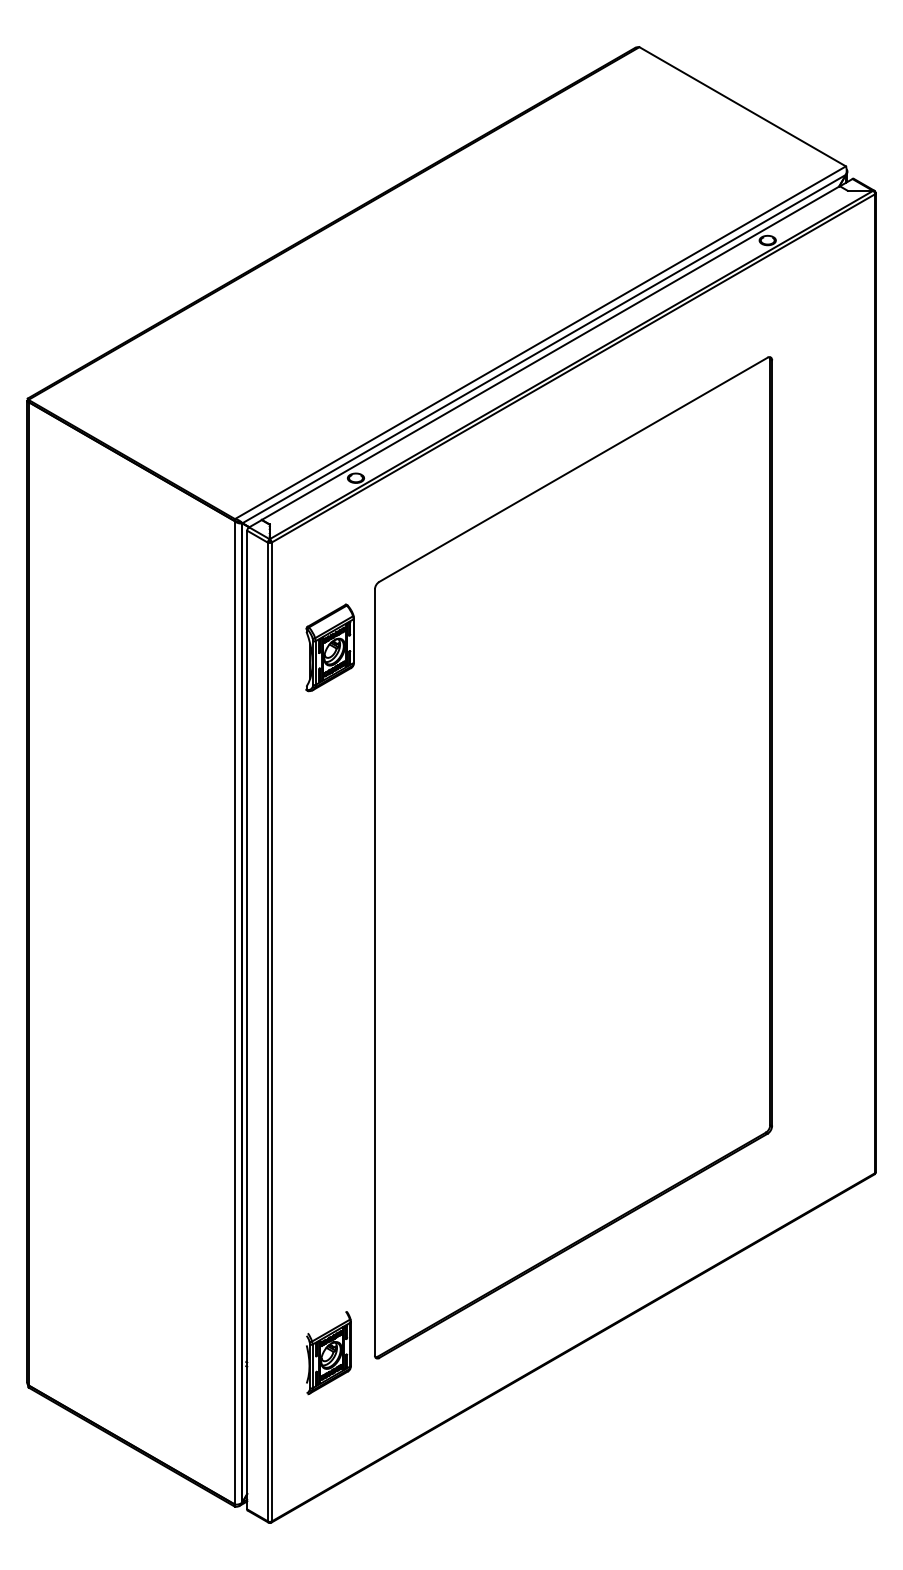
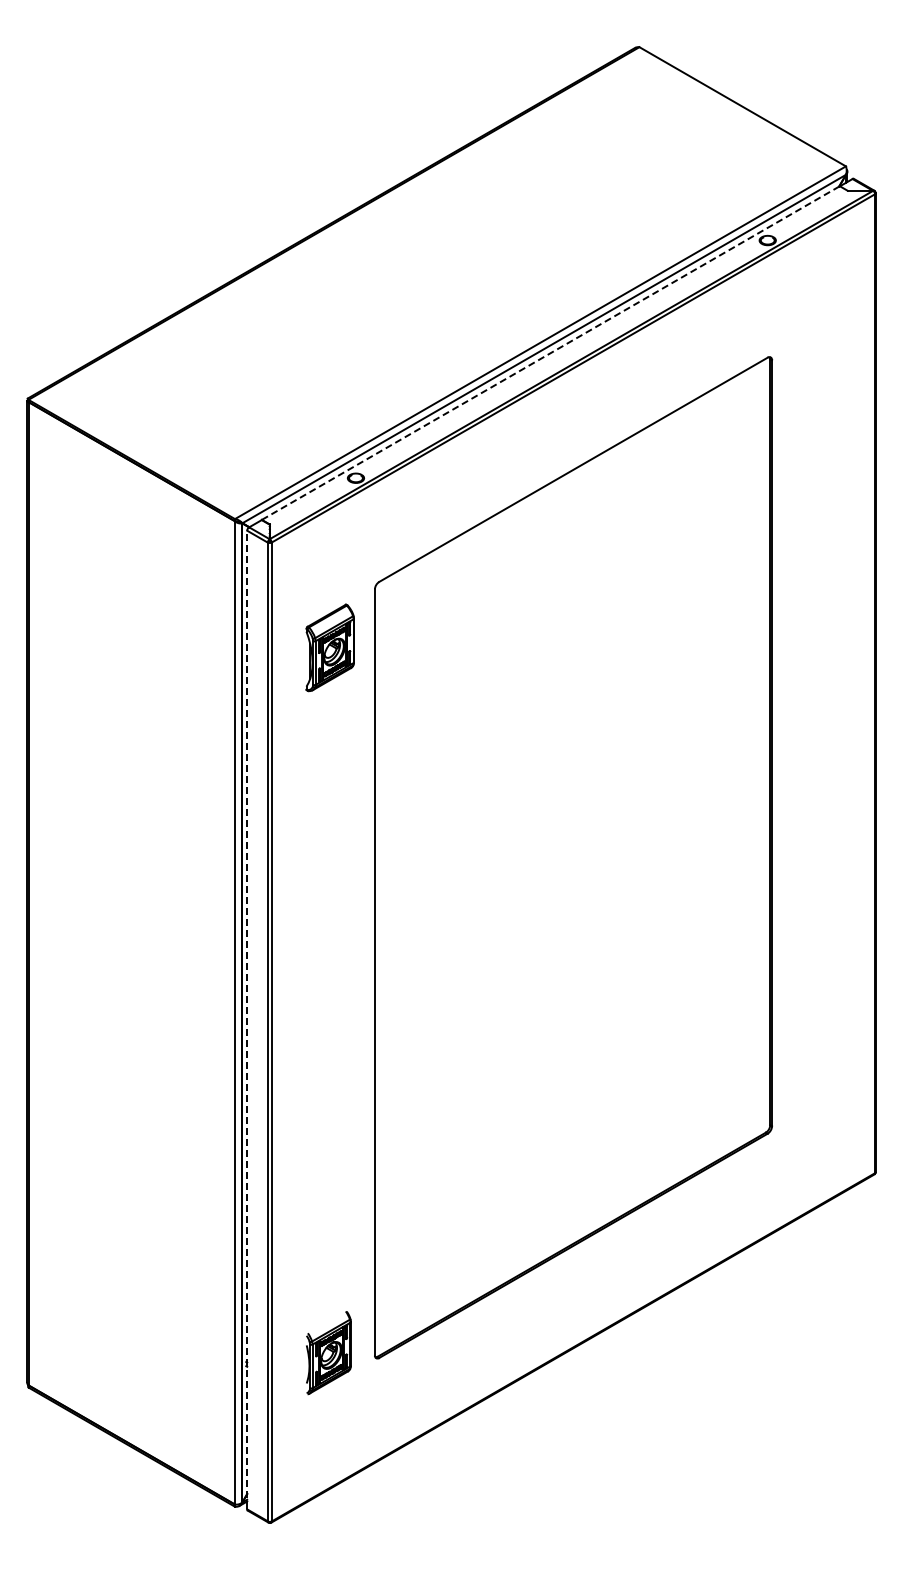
line at (550, 353): solid -> dashed
line at (247, 1019): solid -> dashed
